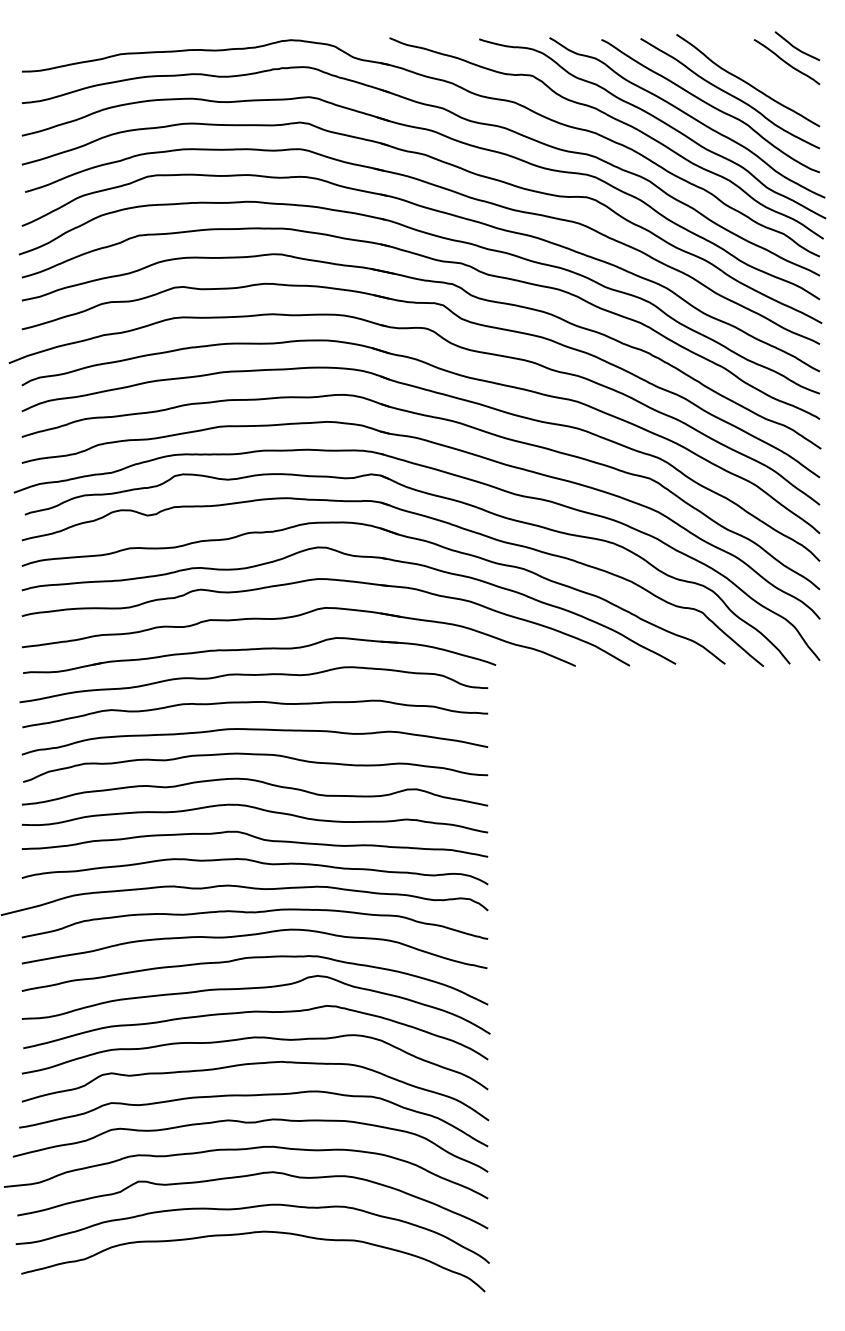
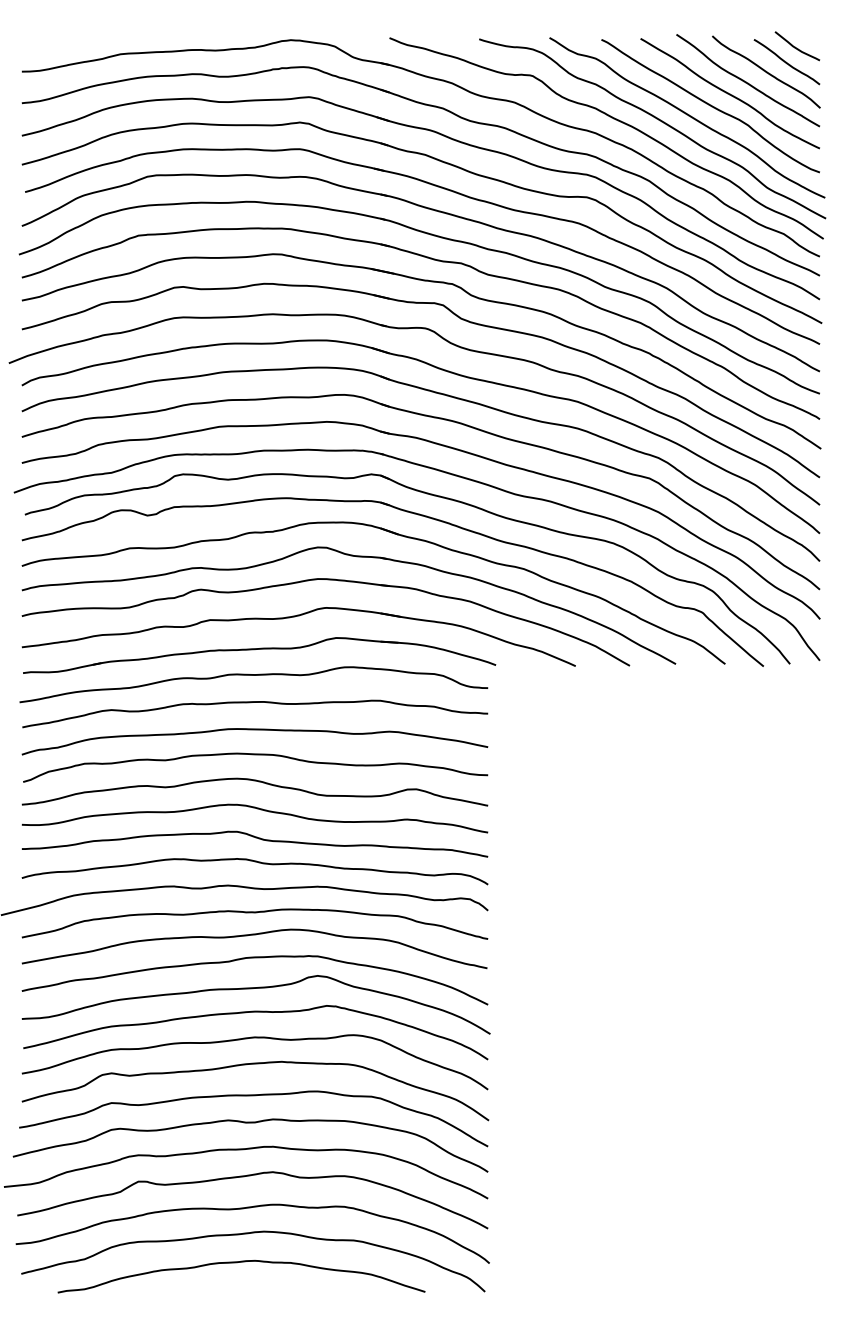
curve at (766, 71): none -> present
curve at (237, 1263): none -> present
